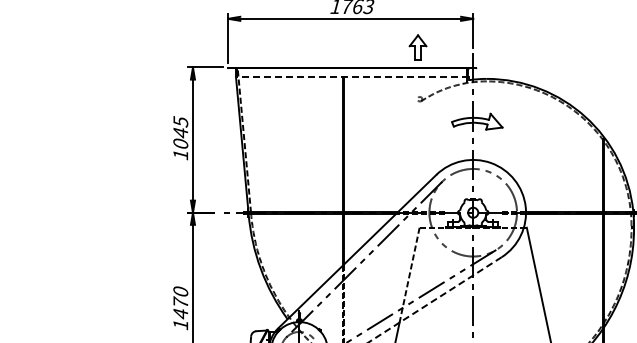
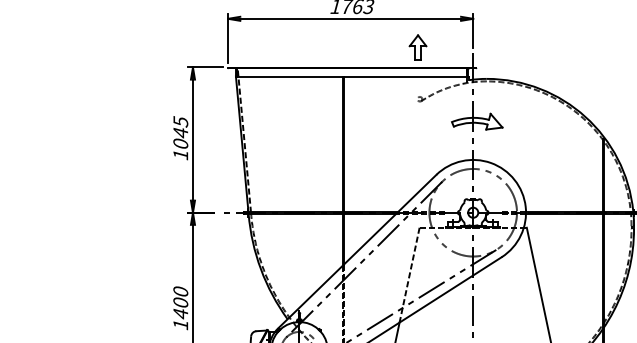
line at (352, 76): dashed -> solid
line at (434, 300): dashed -> solid
text at (180, 301): 1470 -> 1400
